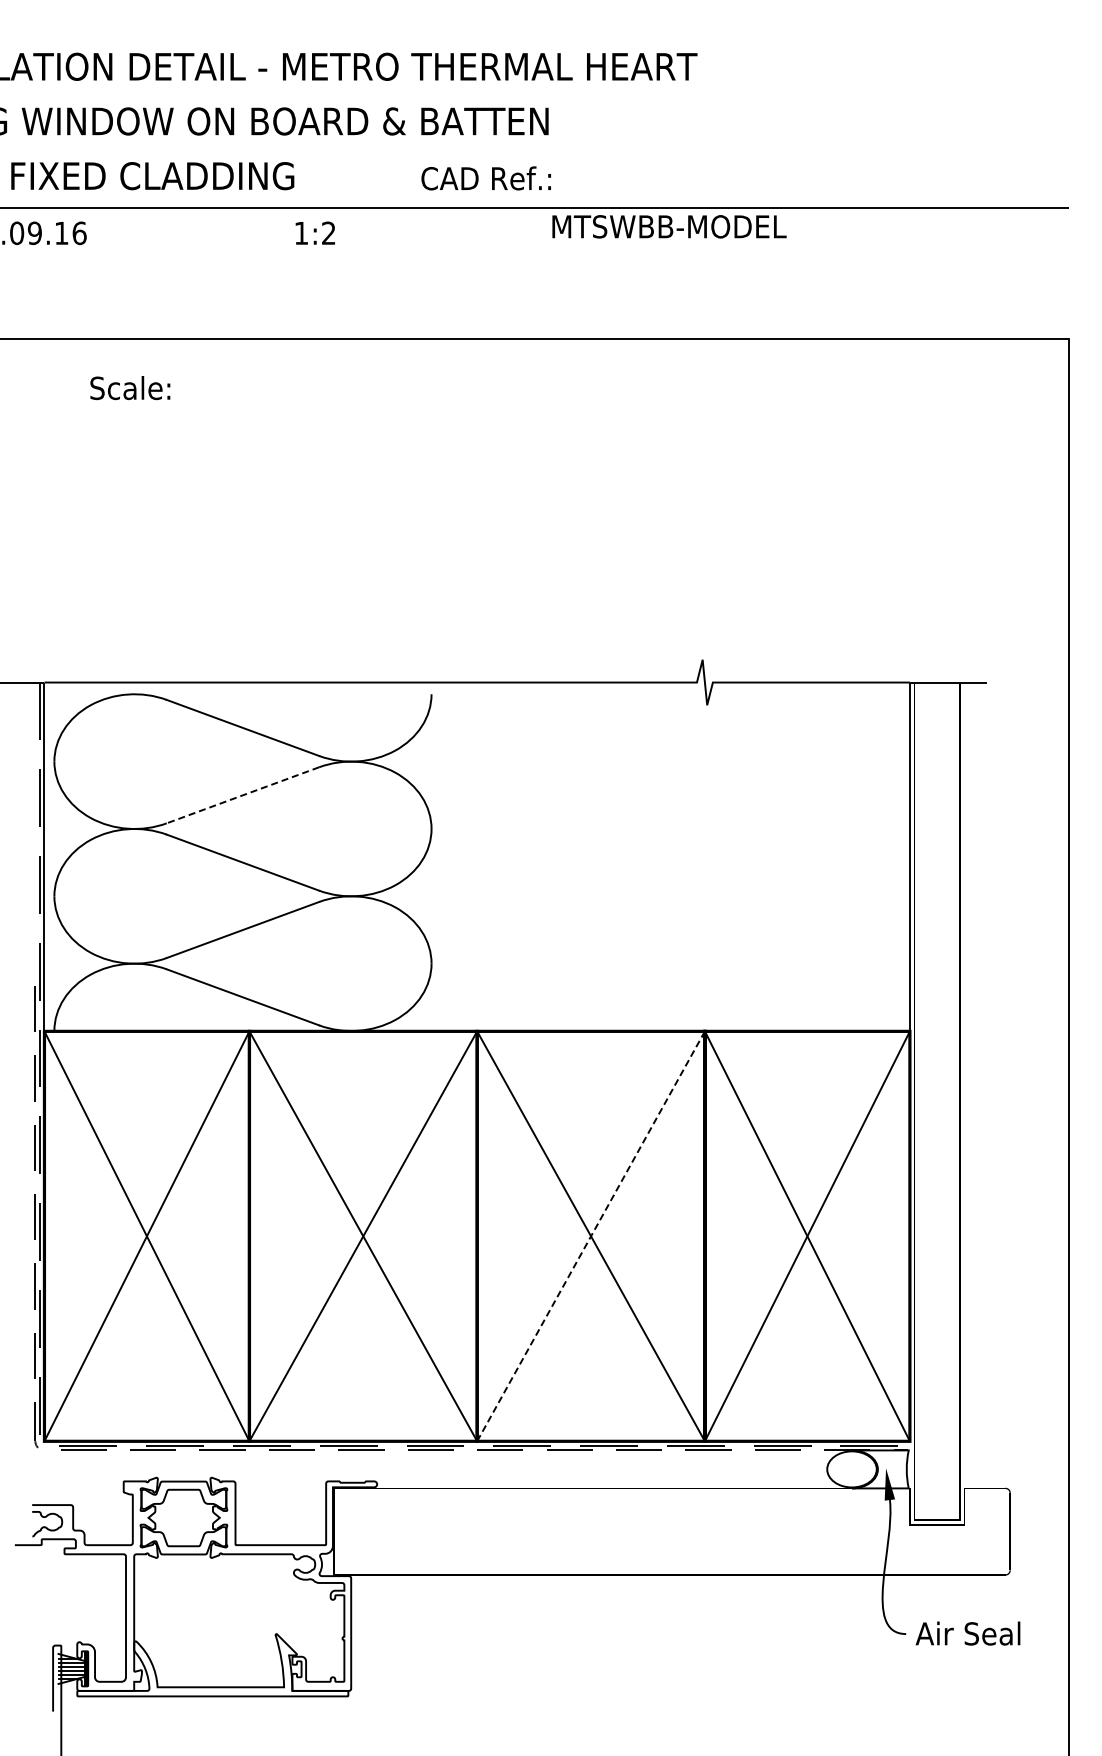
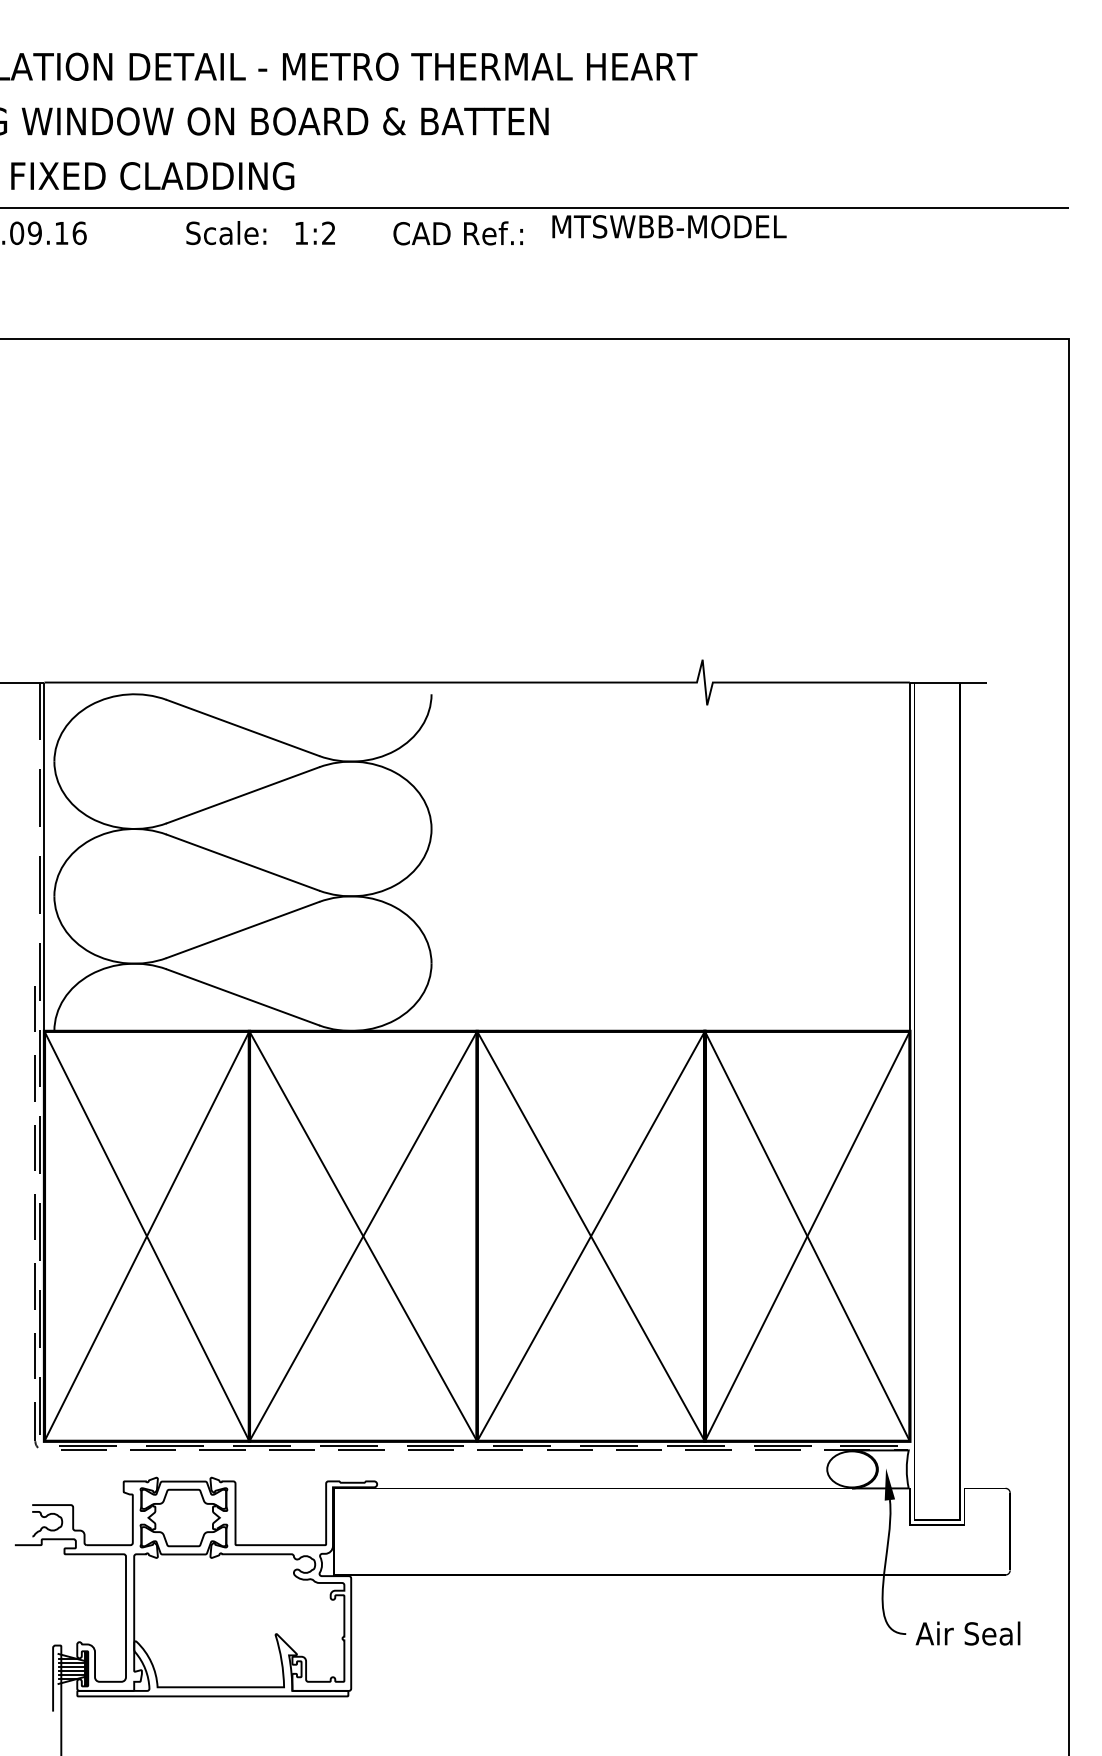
text at (485, 178) position: (485, 178) -> (457, 233)
text at (130, 388) position: (130, 388) -> (226, 233)
line at (242, 795): dashed -> solid
line at (591, 1235): dashed -> solid
